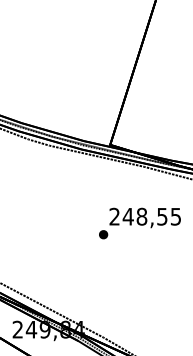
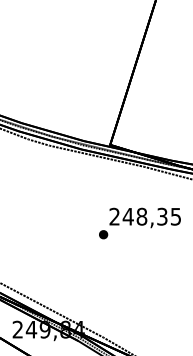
text at (162, 215): 248,55 -> 248,35
